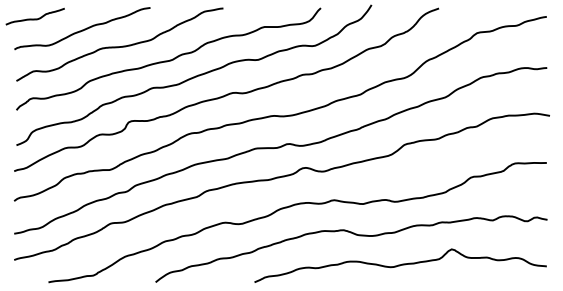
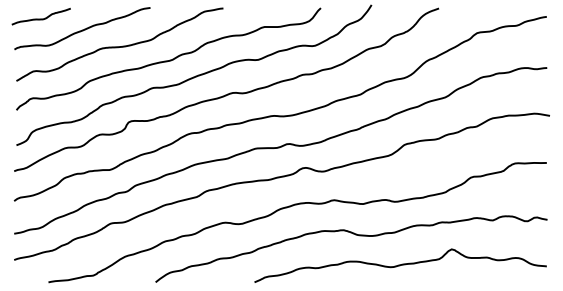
curve at (34, 18) position: (34, 18) -> (40, 18)
